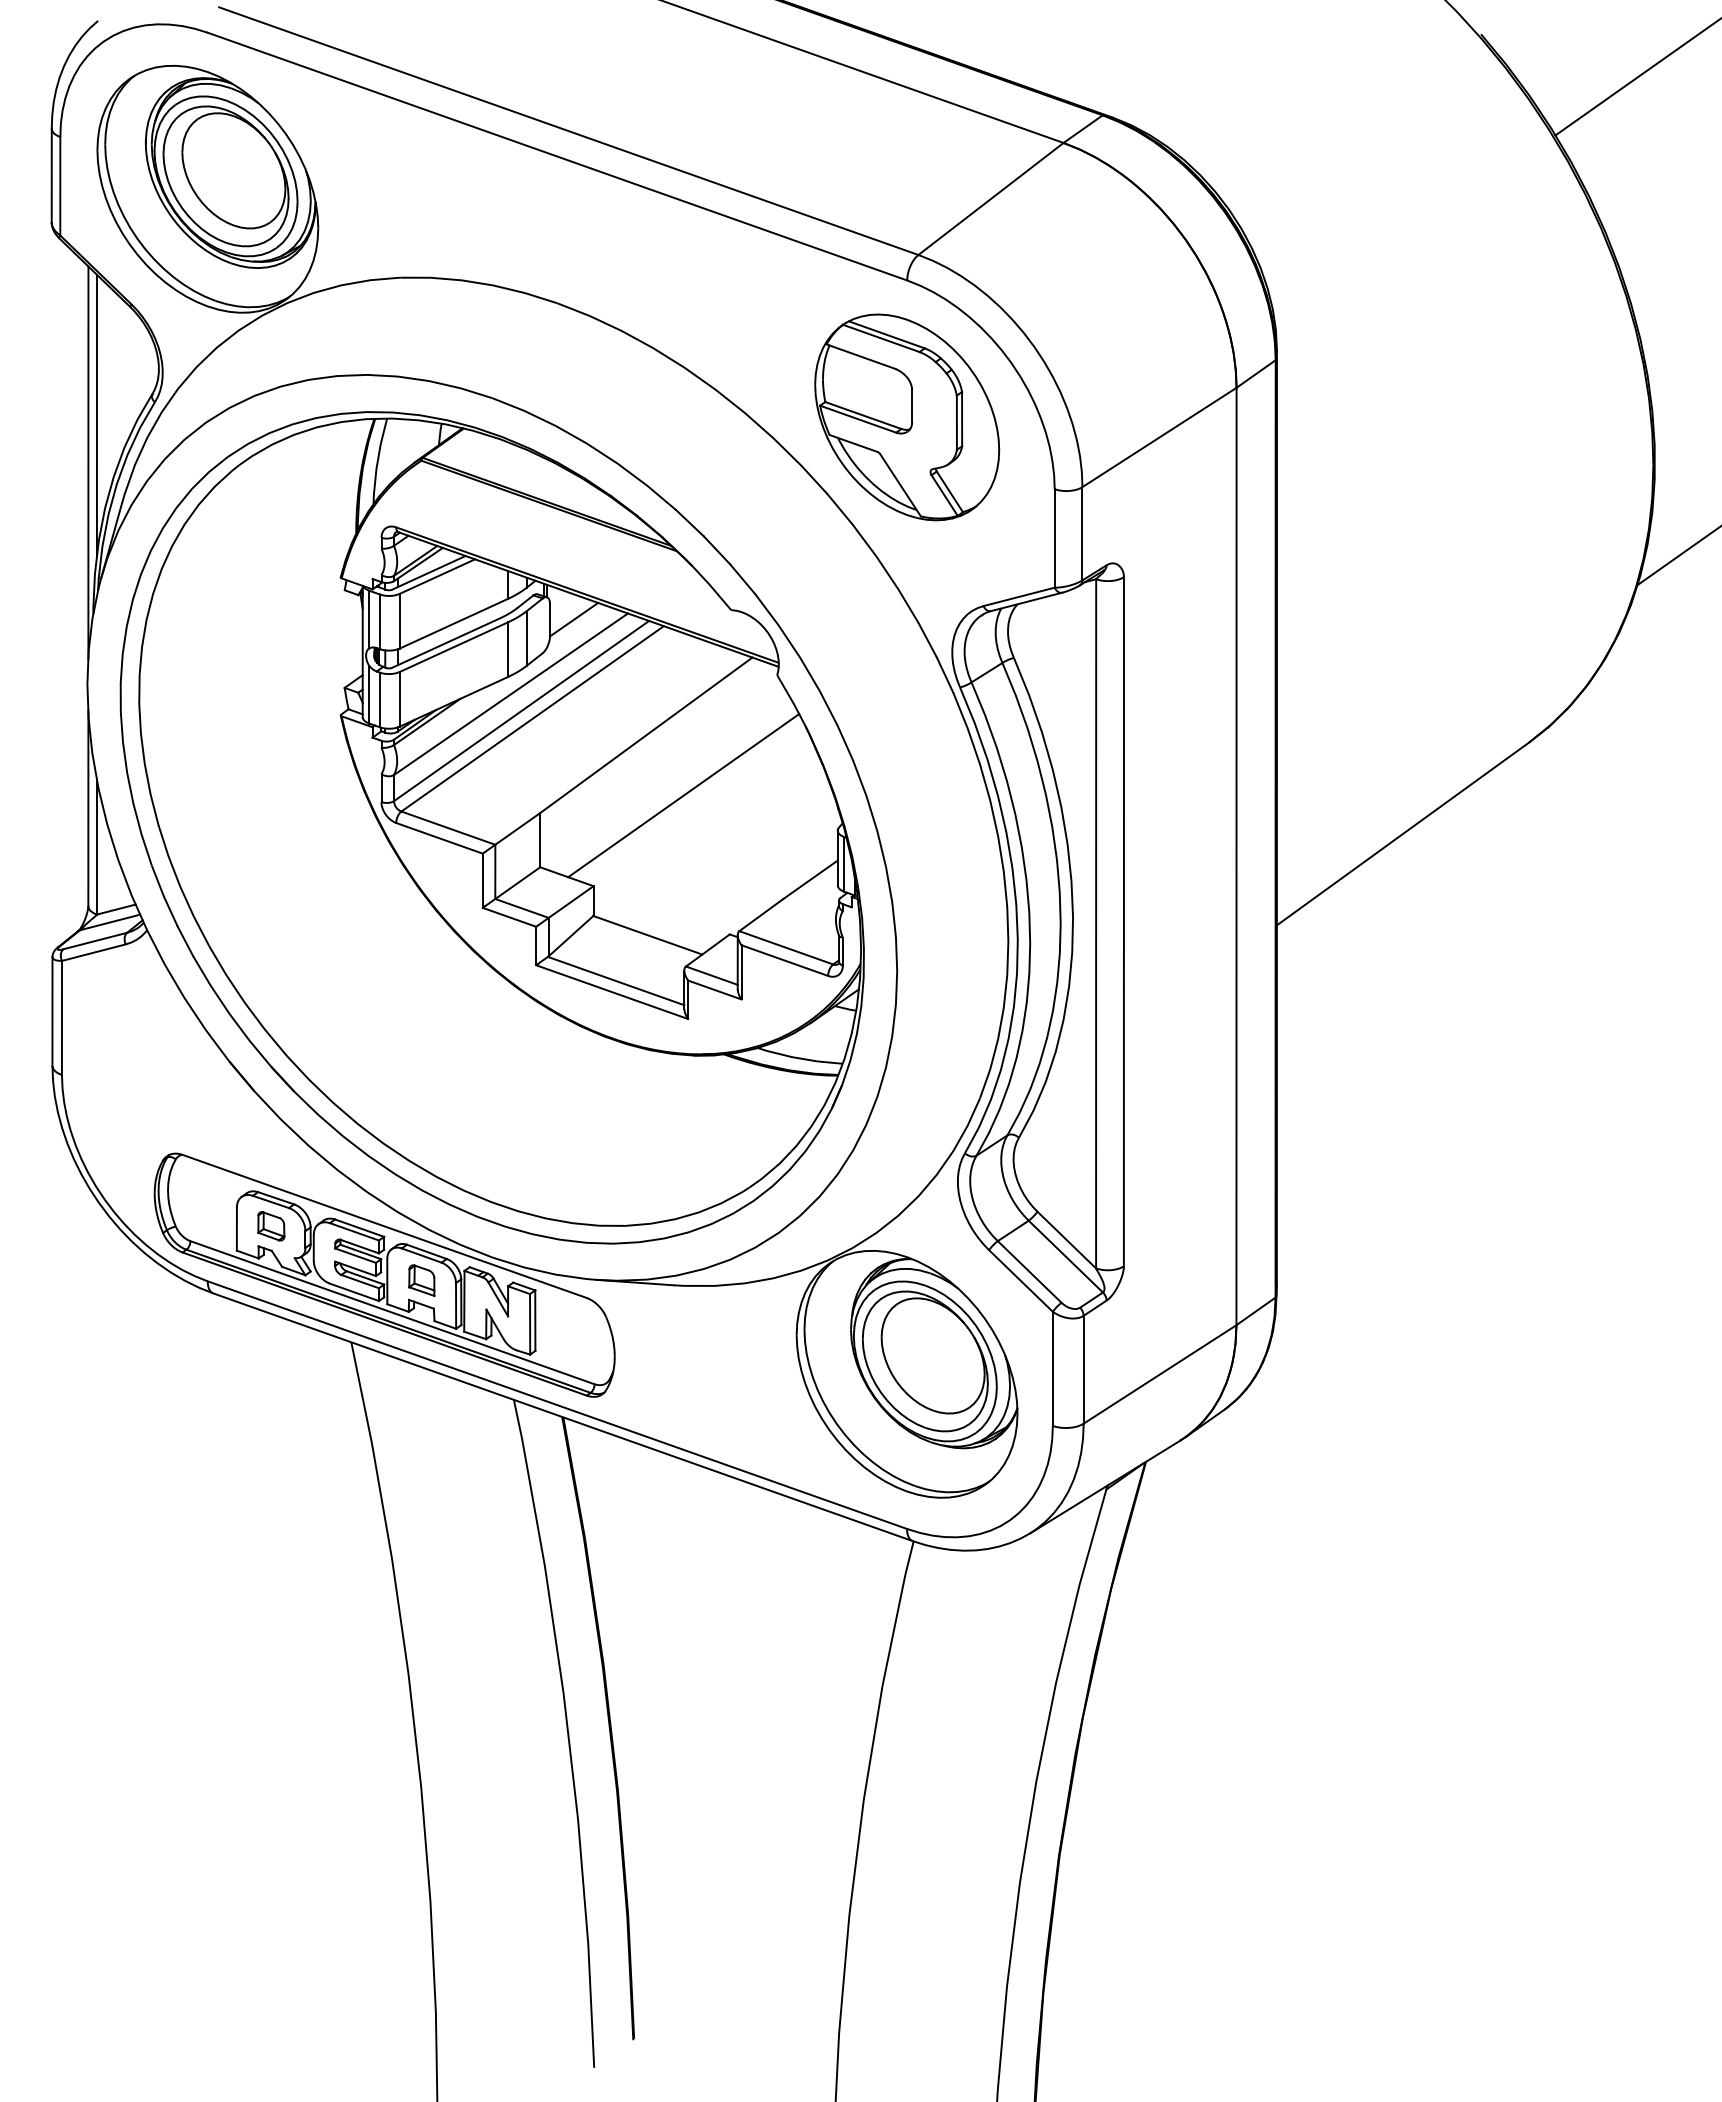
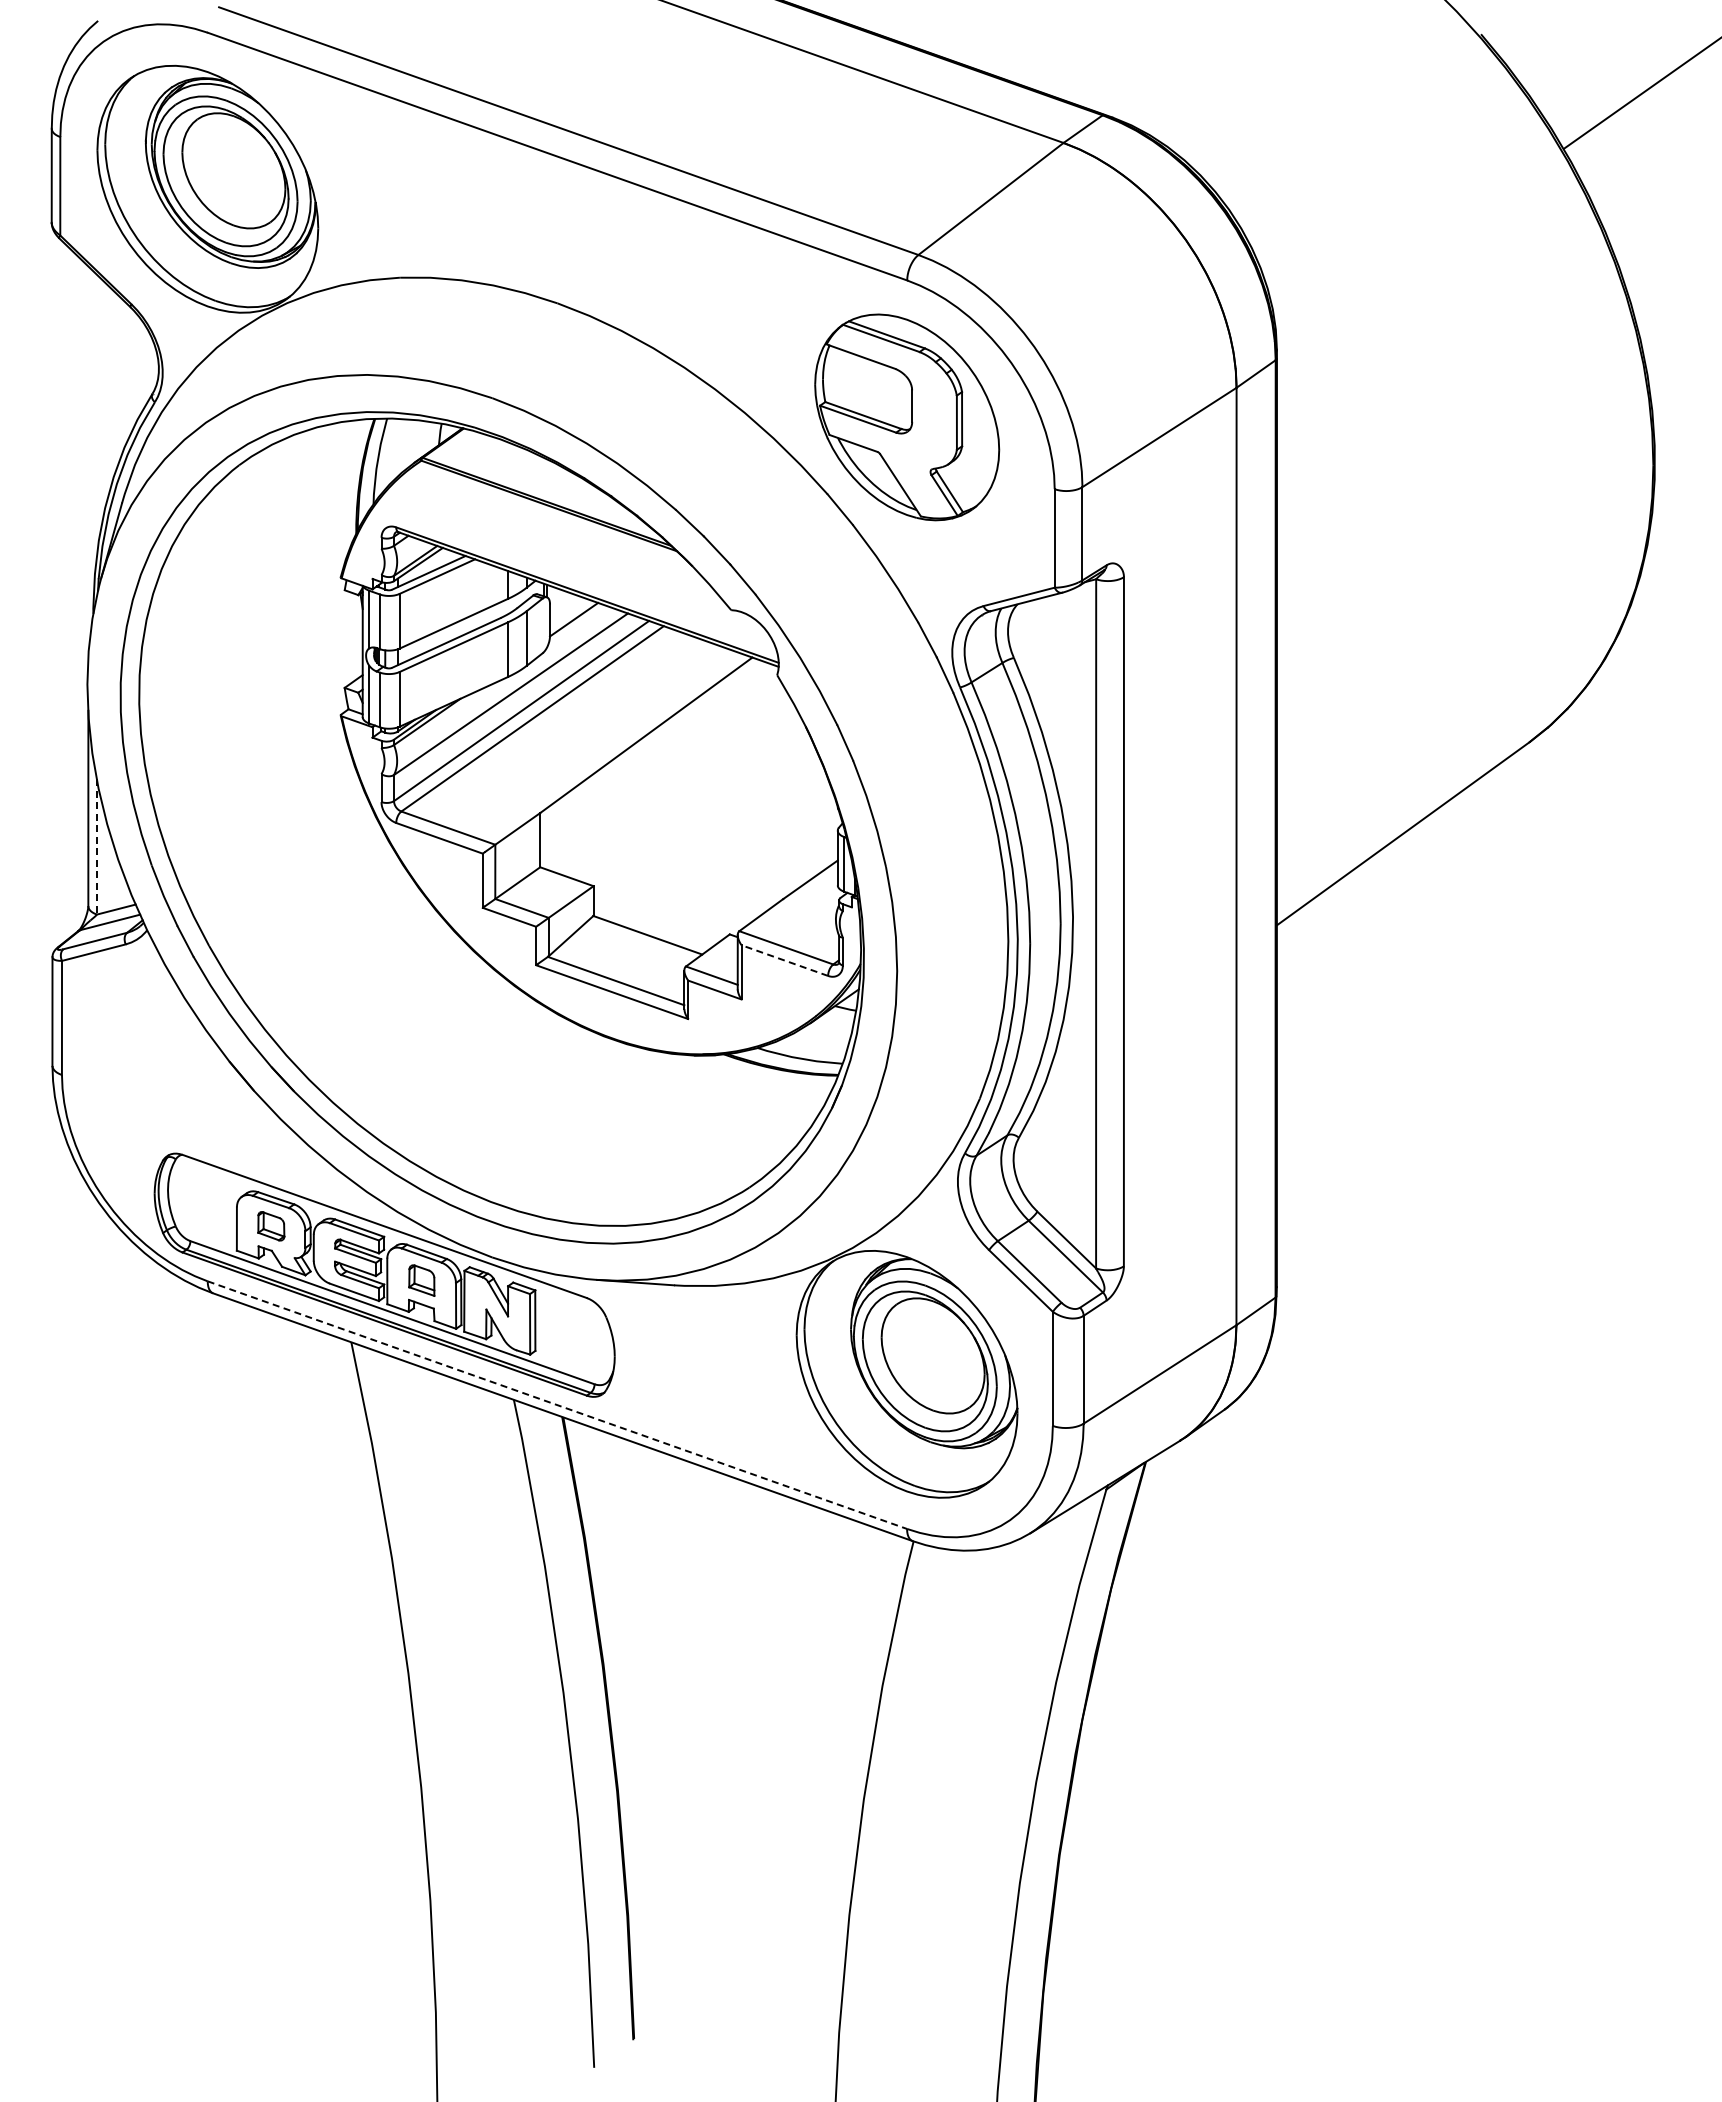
line at (1636, 77) position: (1636, 77) -> (1641, 93)
line at (96, 415): present -> none
line at (88, 462): present -> none
line at (1677, 556): present -> none
line at (683, 795): present -> none
line at (96, 846): solid -> dashed
line at (784, 960): solid -> dashed
line at (557, 1405): solid -> dashed
